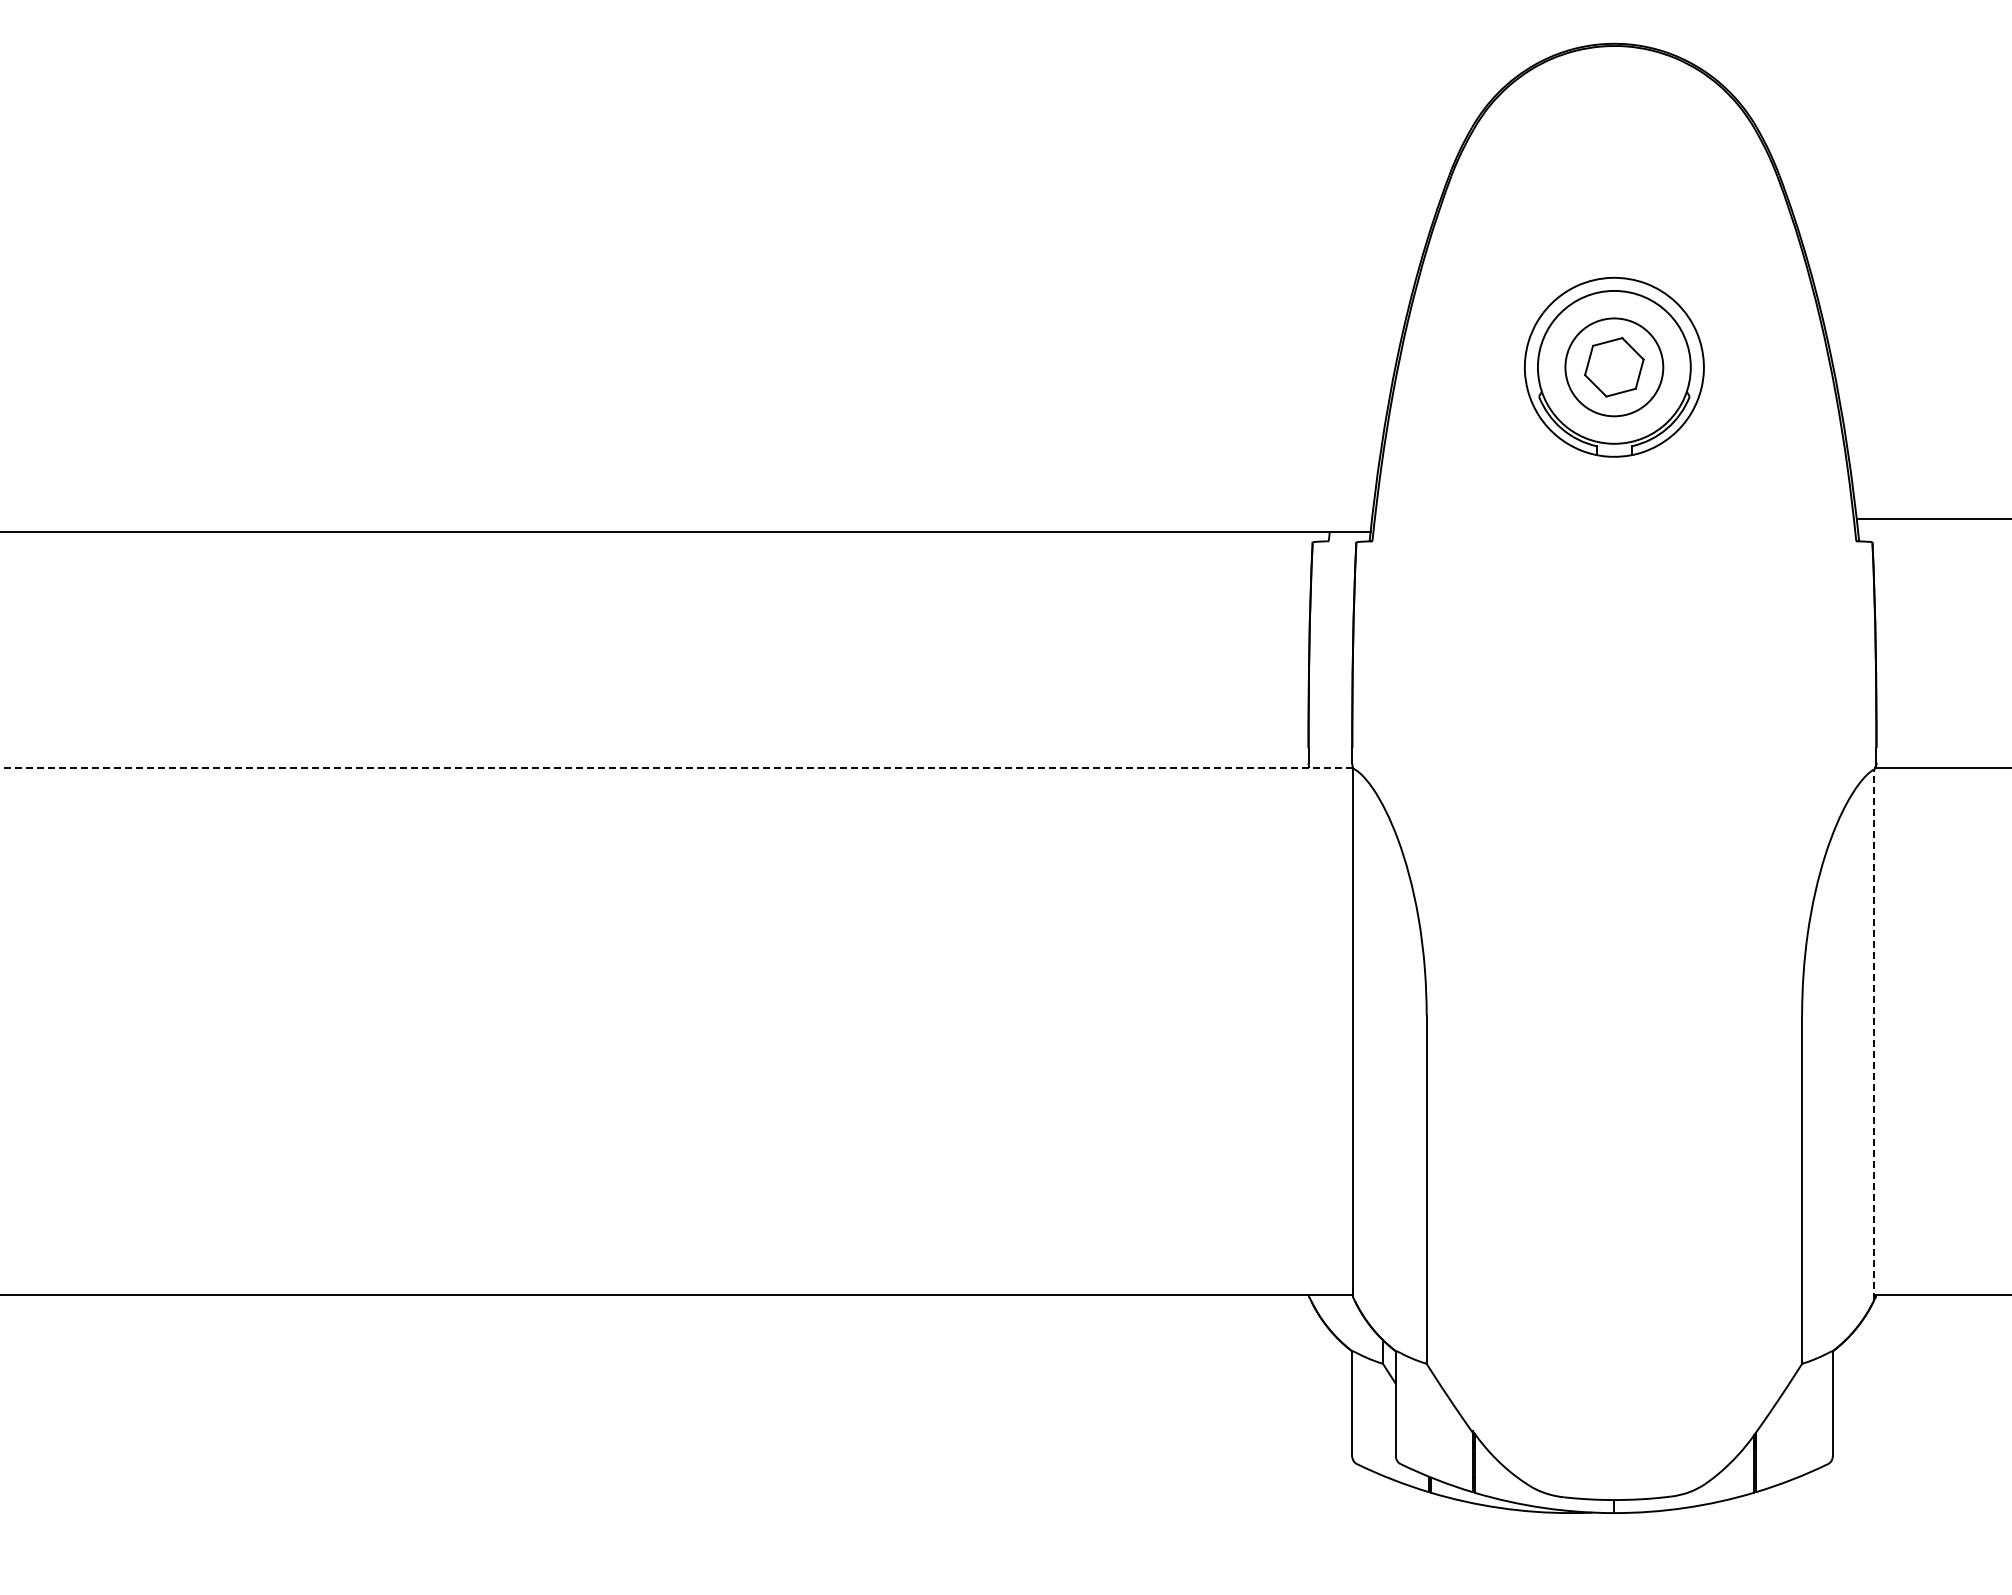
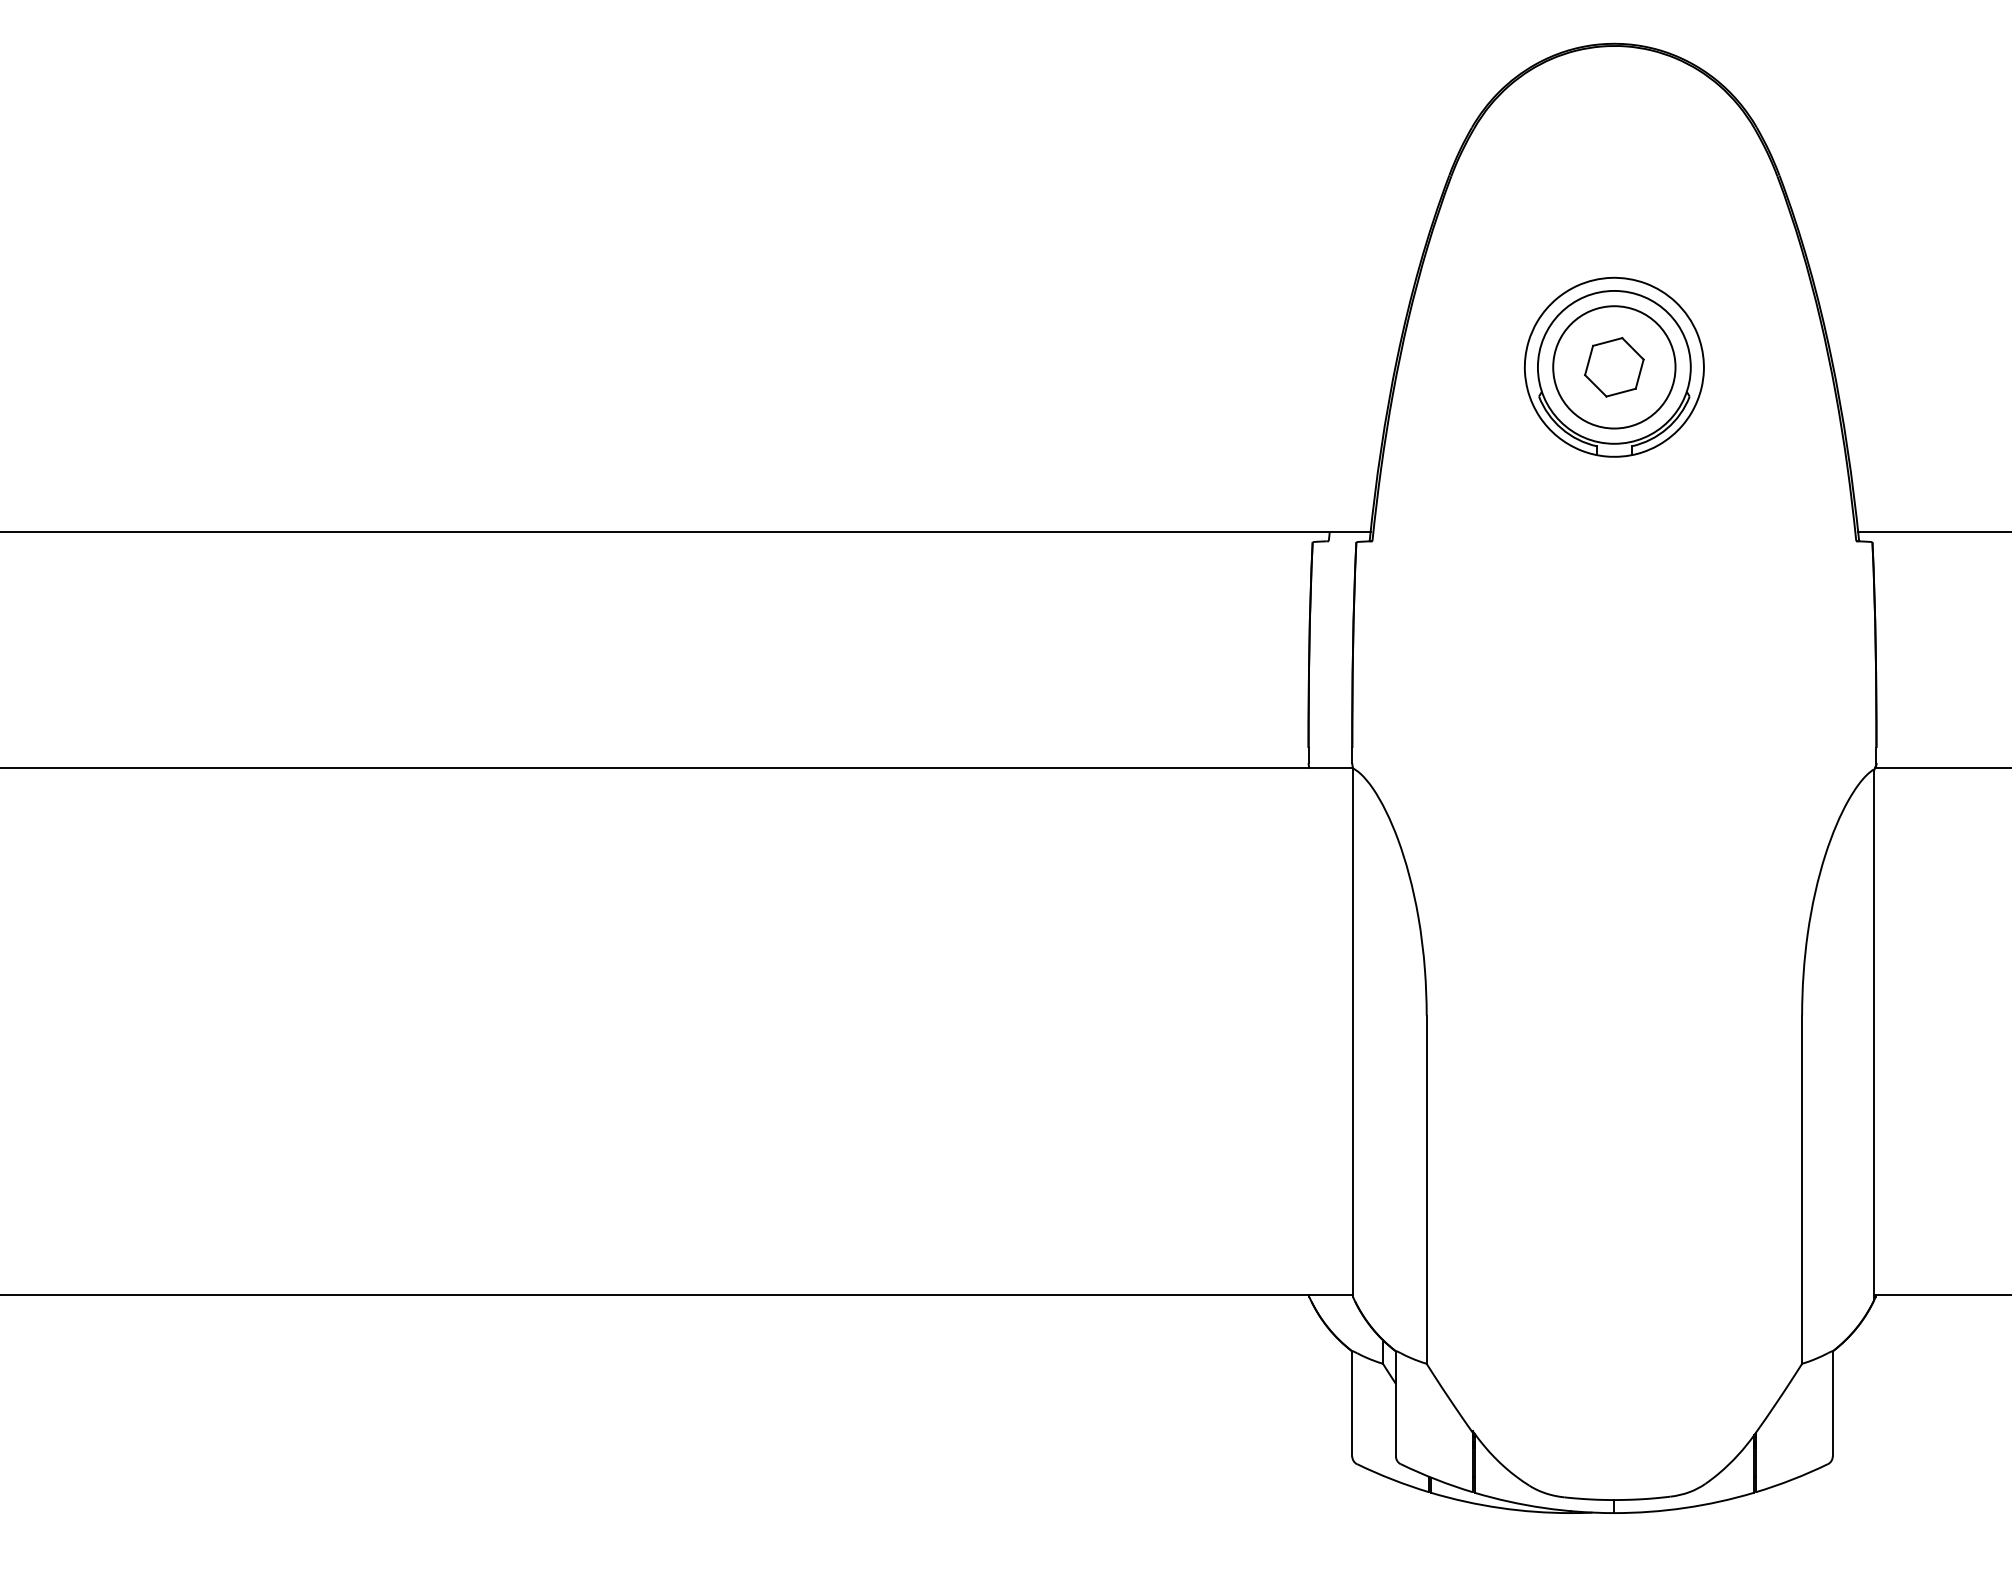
circle at (1614, 367) diameter: 98 px -> 122 px
line at (1933, 519) position: (1933, 519) -> (1933, 532)
line at (676, 767): dashed -> solid
line at (1874, 1035): dashed -> solid
